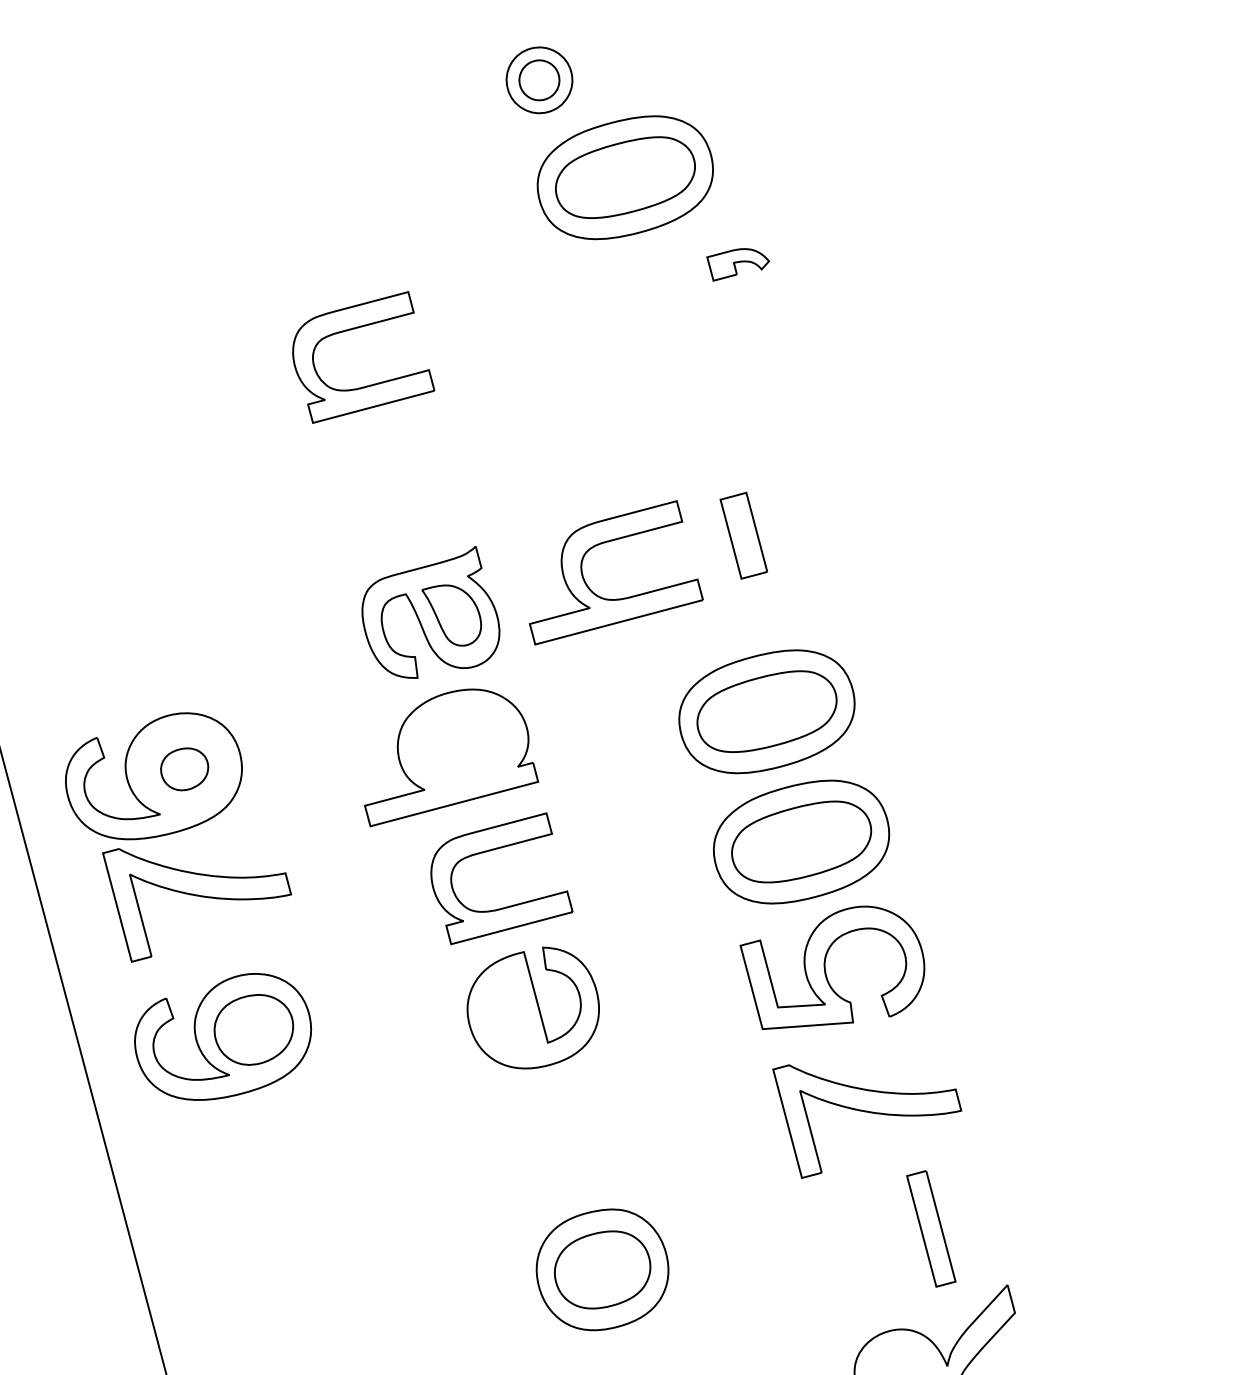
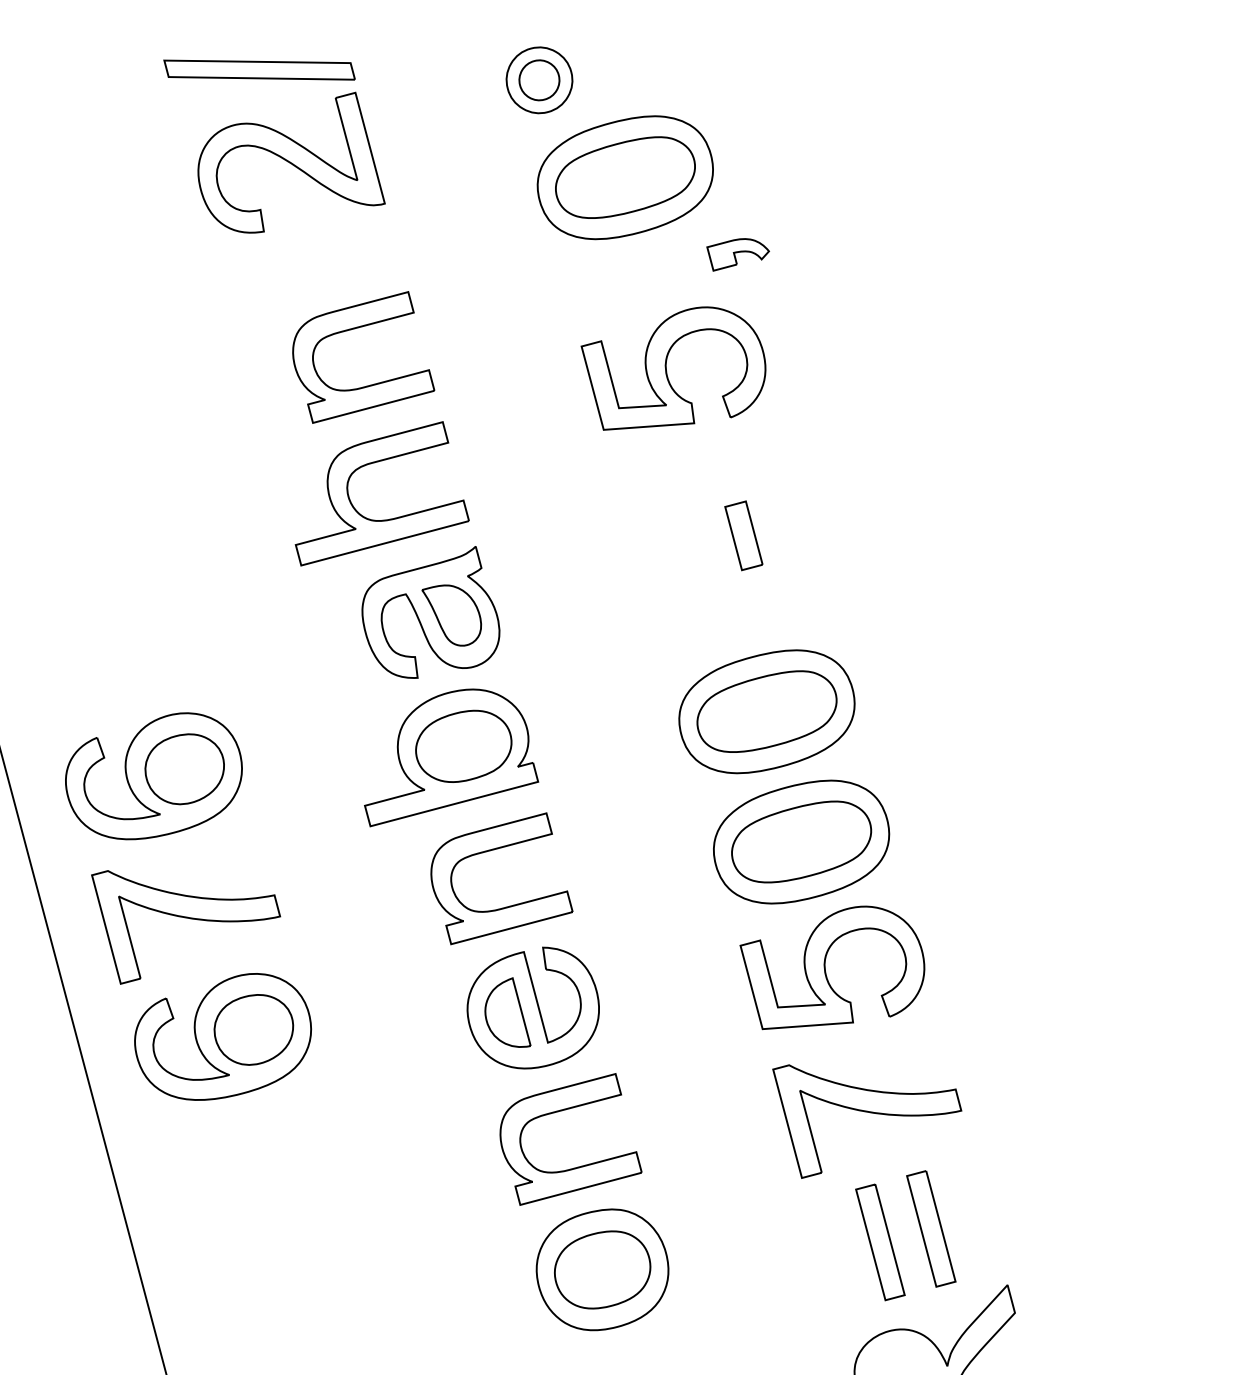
part at (259, 69): none -> present
part at (291, 162): none -> present
part at (737, 264) position: (737, 264) -> (737, 254)
part at (667, 371): none -> present
part at (743, 535) size: 50x89 px -> 40x72 px
part at (616, 598) position: (616, 598) -> (382, 519)
part at (463, 745): none -> present
part at (184, 769) size: 50x45 px -> 81x73 px
part at (201, 897) position: (201, 897) -> (190, 919)
part at (507, 1012): none -> present
part at (577, 1166): none -> present
part at (880, 1242): none -> present
